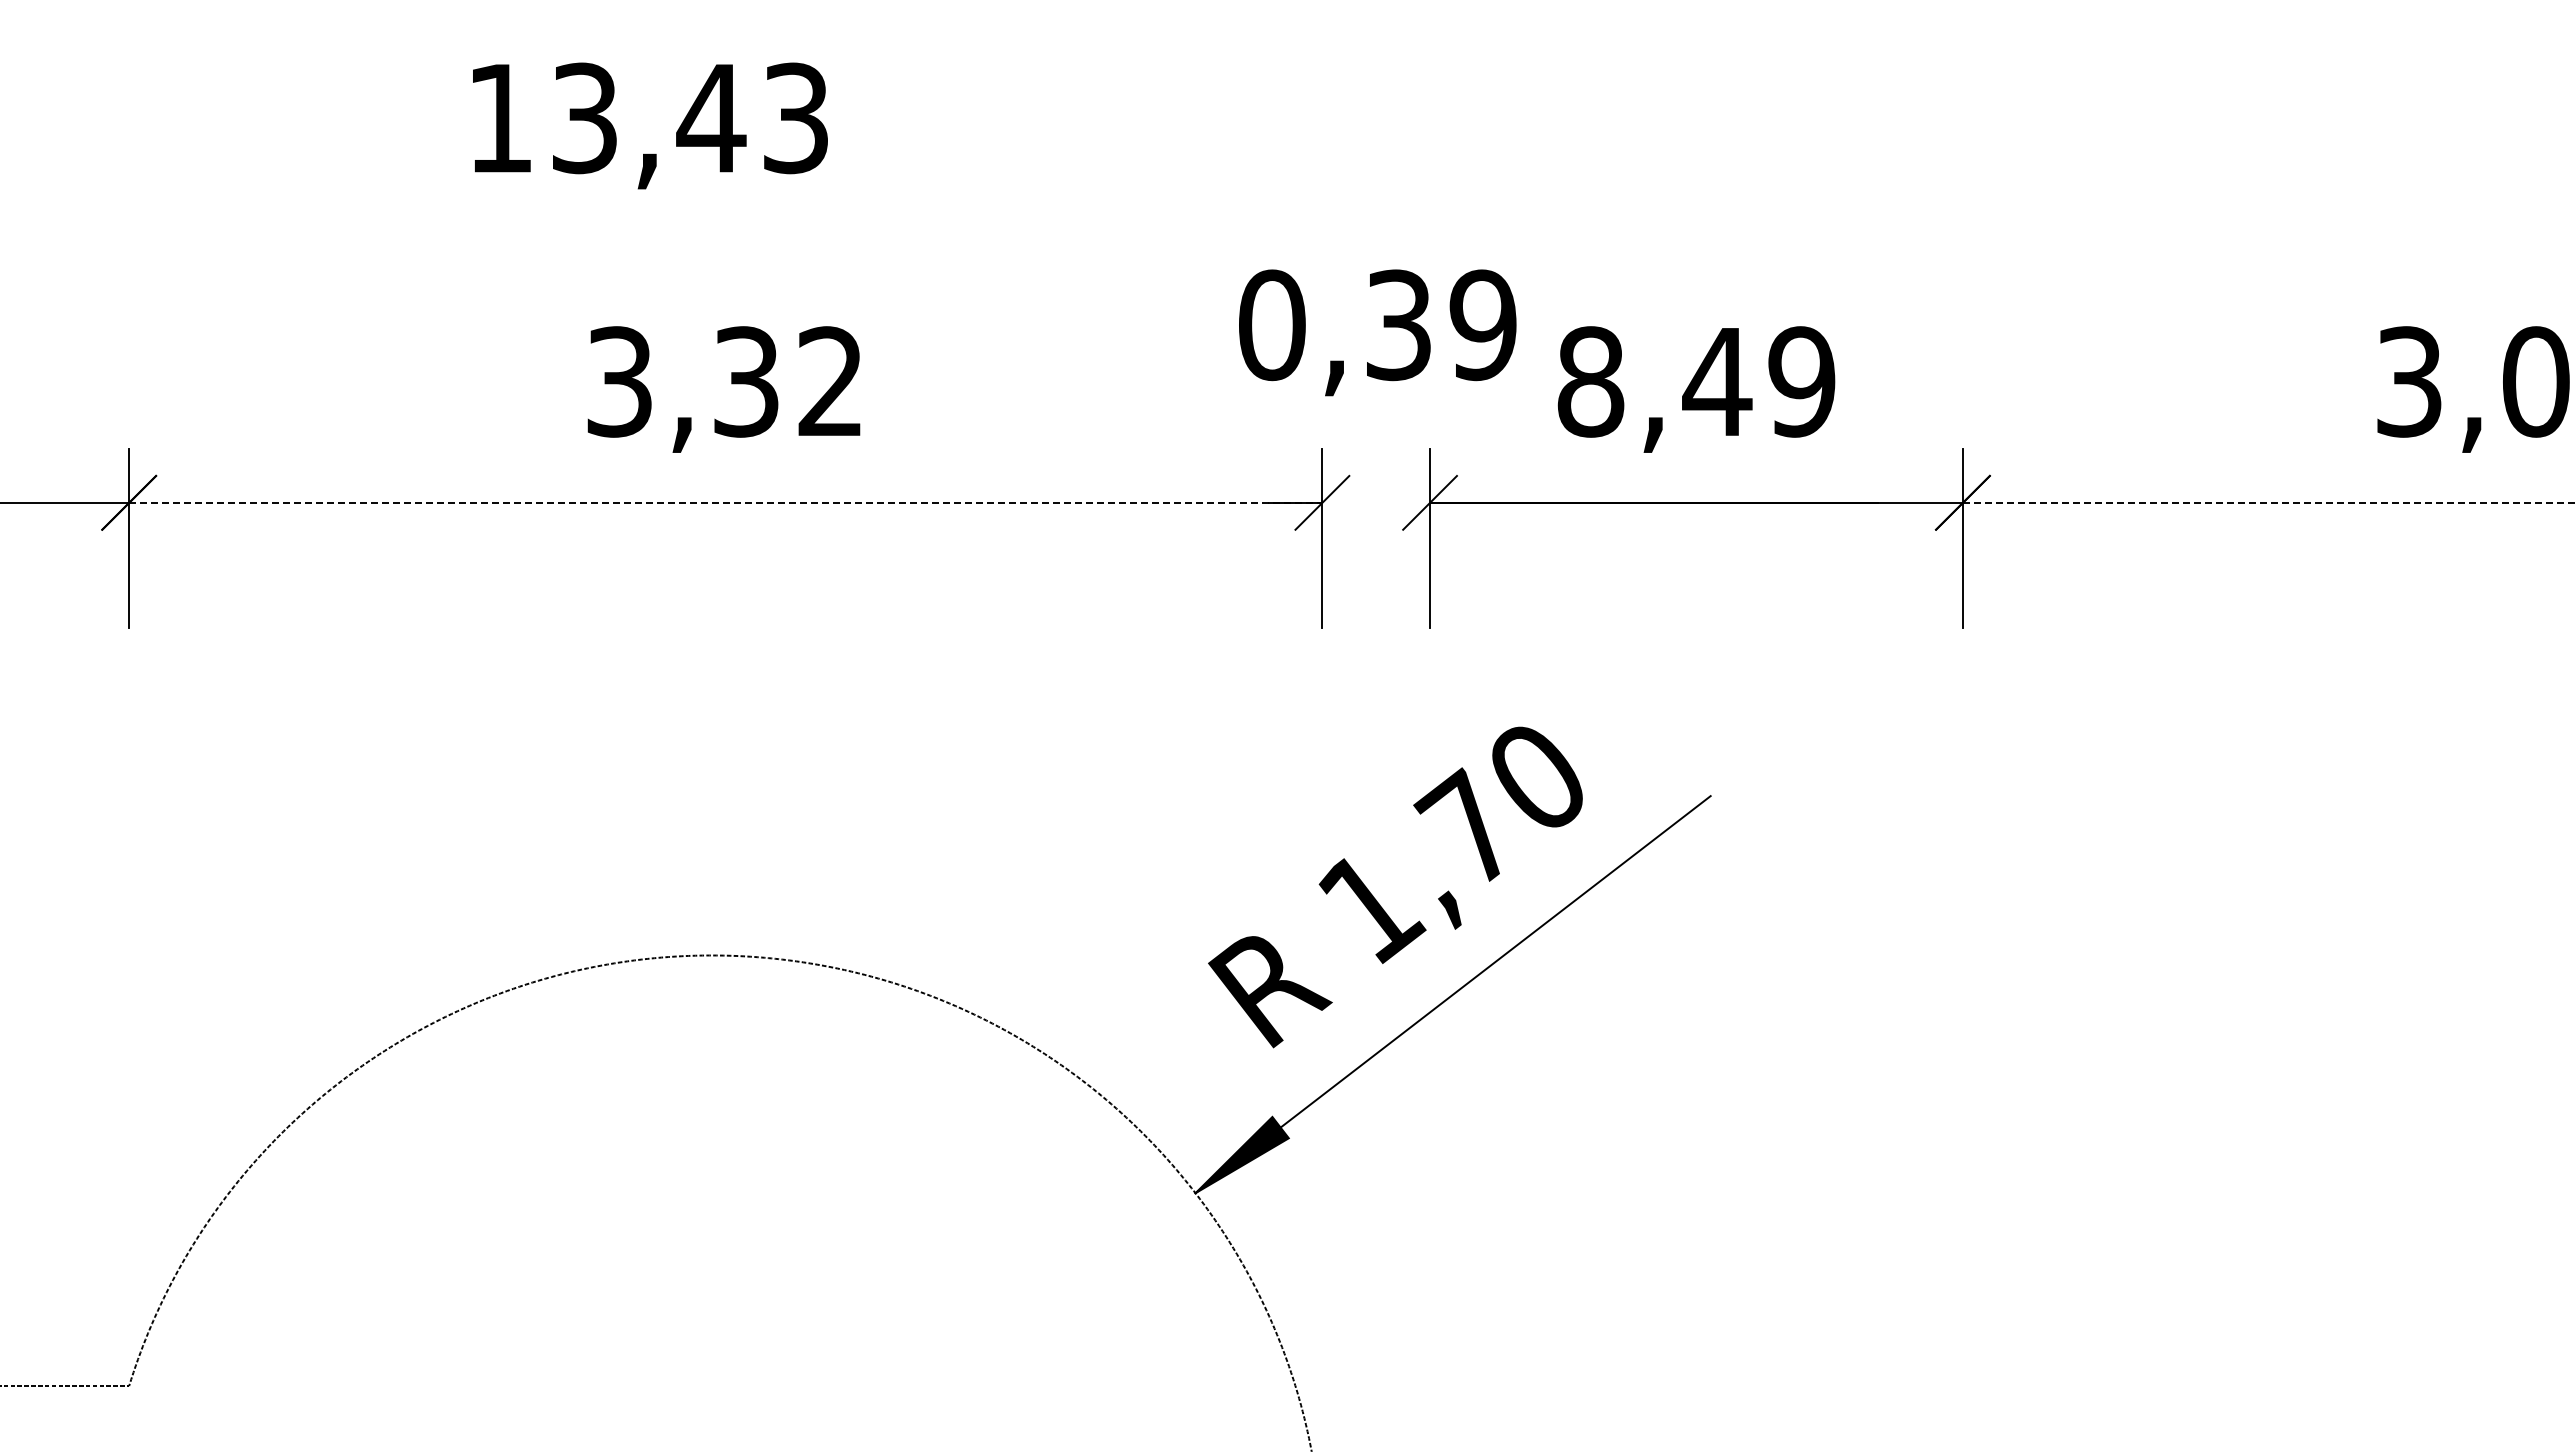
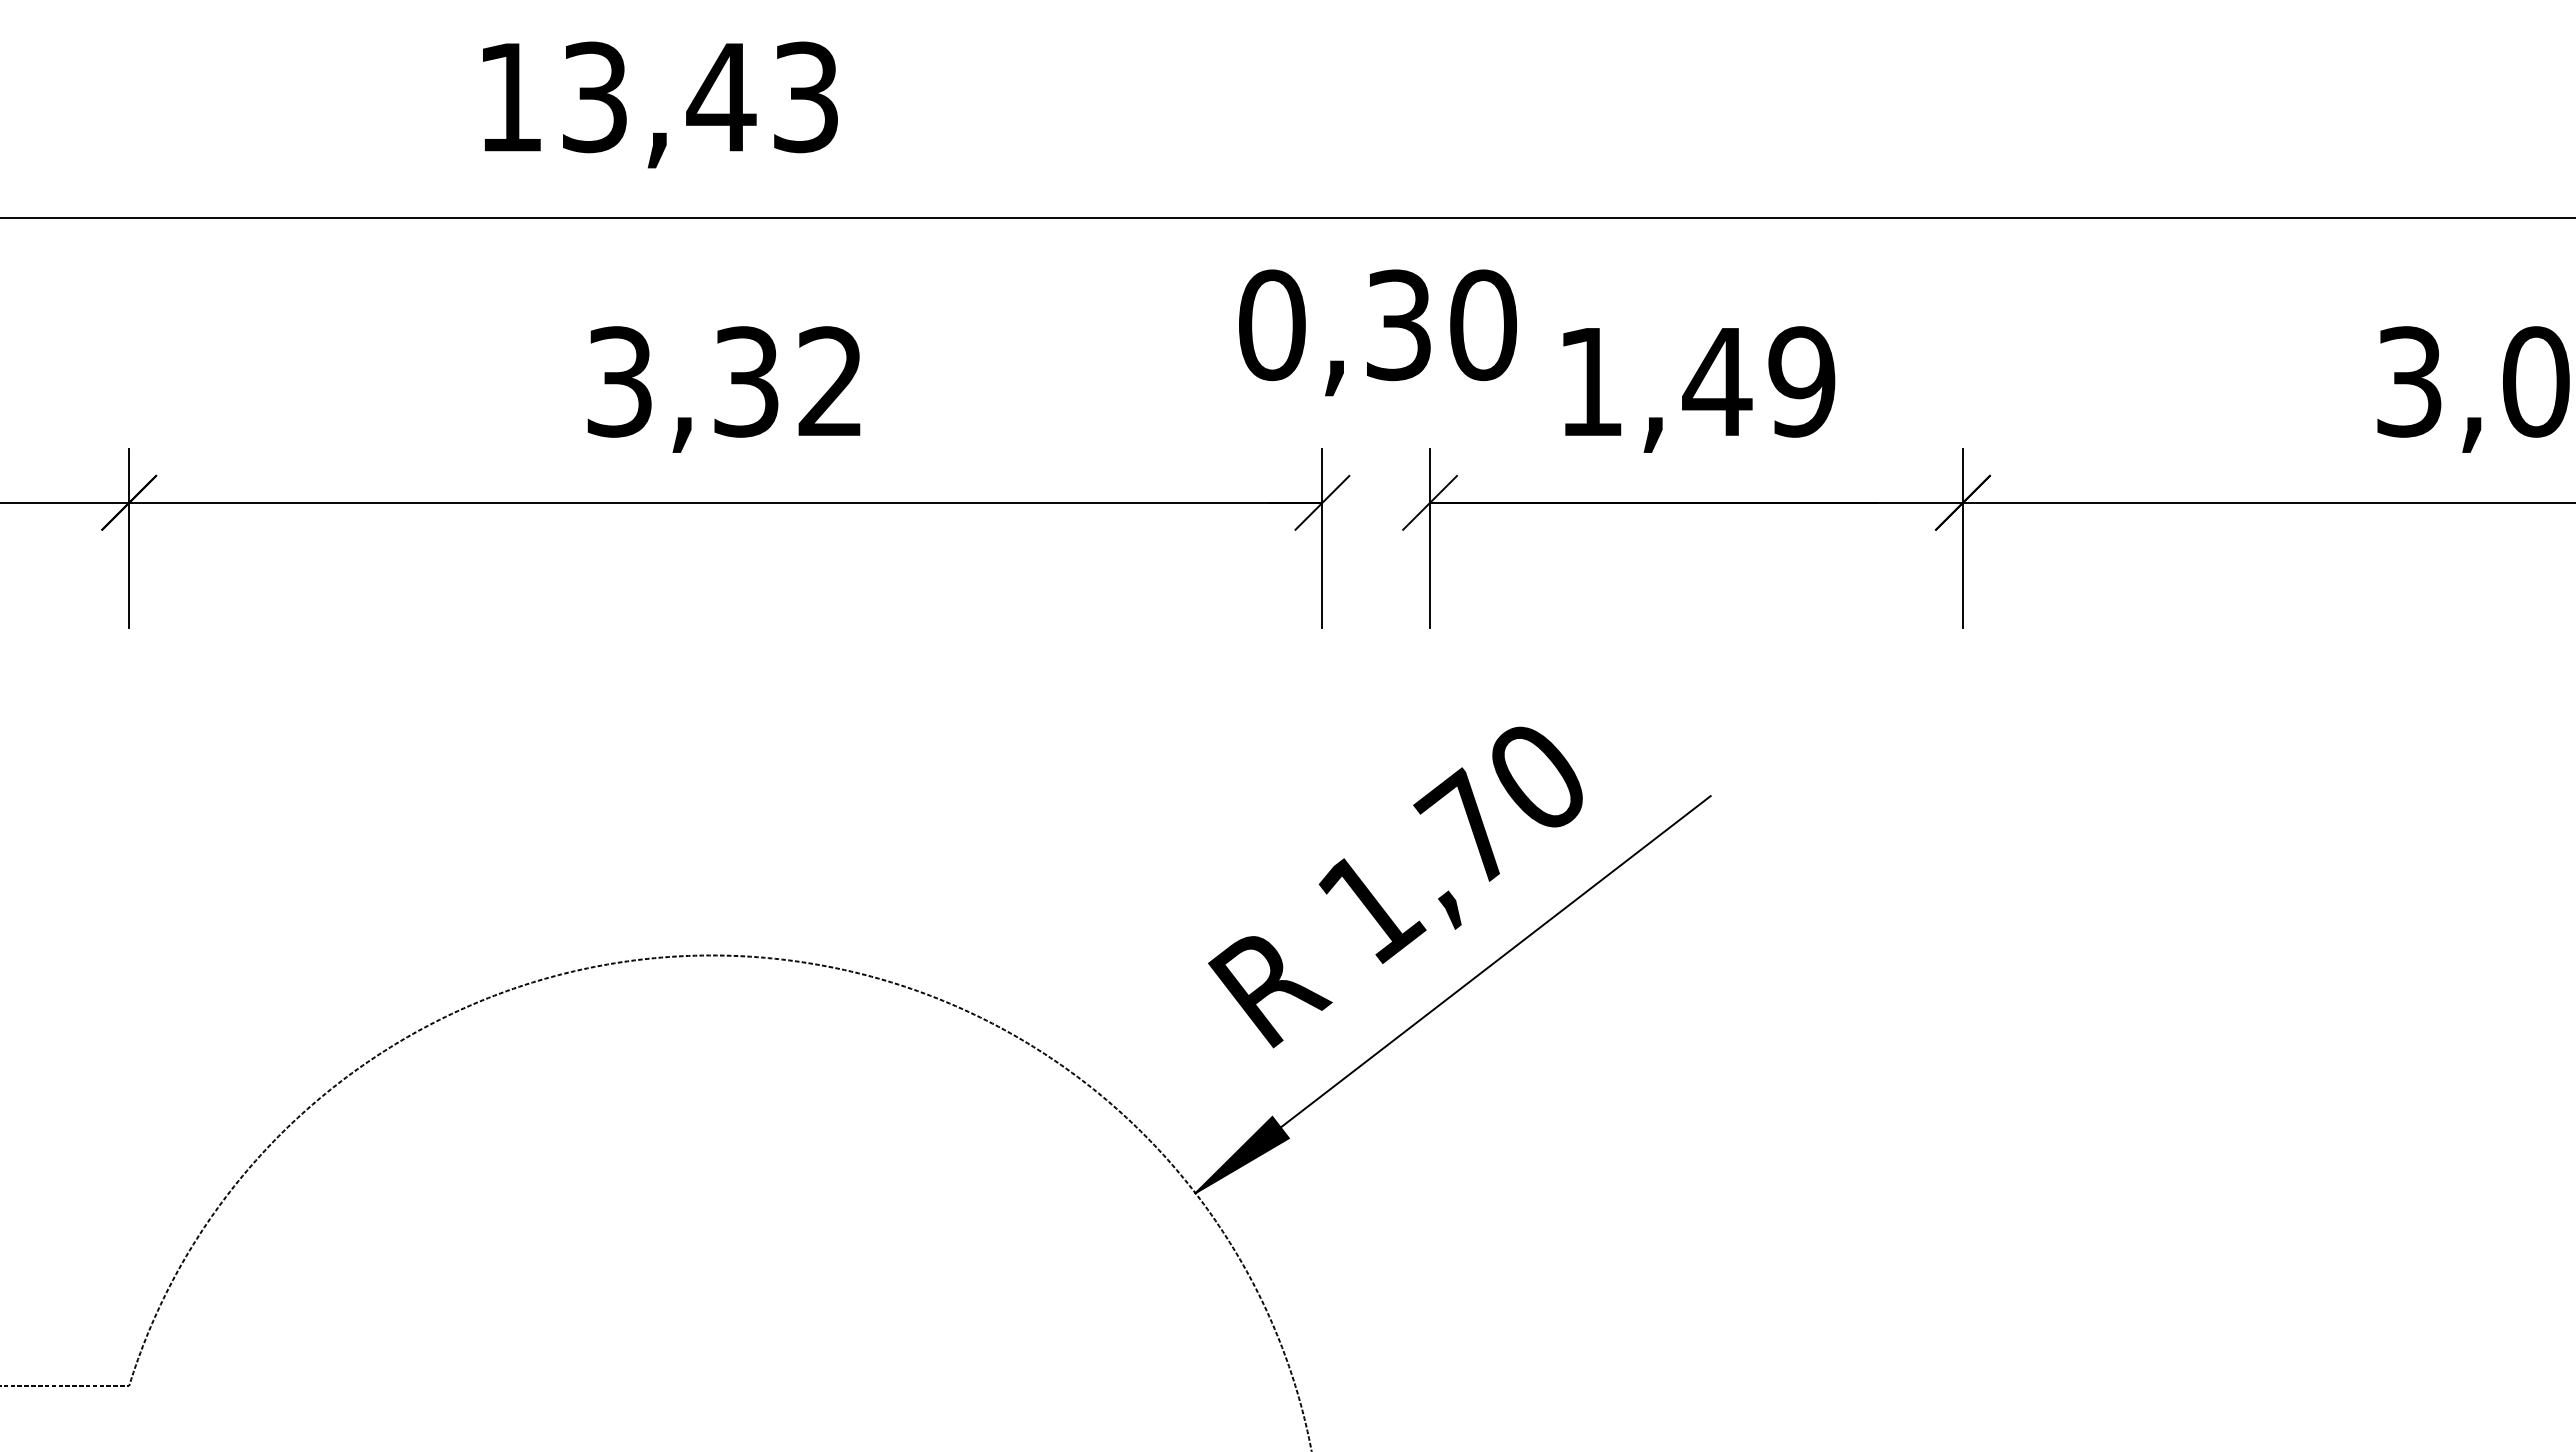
text at (650, 125) position: (650, 125) -> (660, 104)
line at (1287, 218): none -> present
text at (1482, 325): 0,39 -> 0,30
text at (1590, 381): 8,49 -> 1,49
line at (725, 502): dashed -> solid
line at (2269, 502): dashed -> solid
